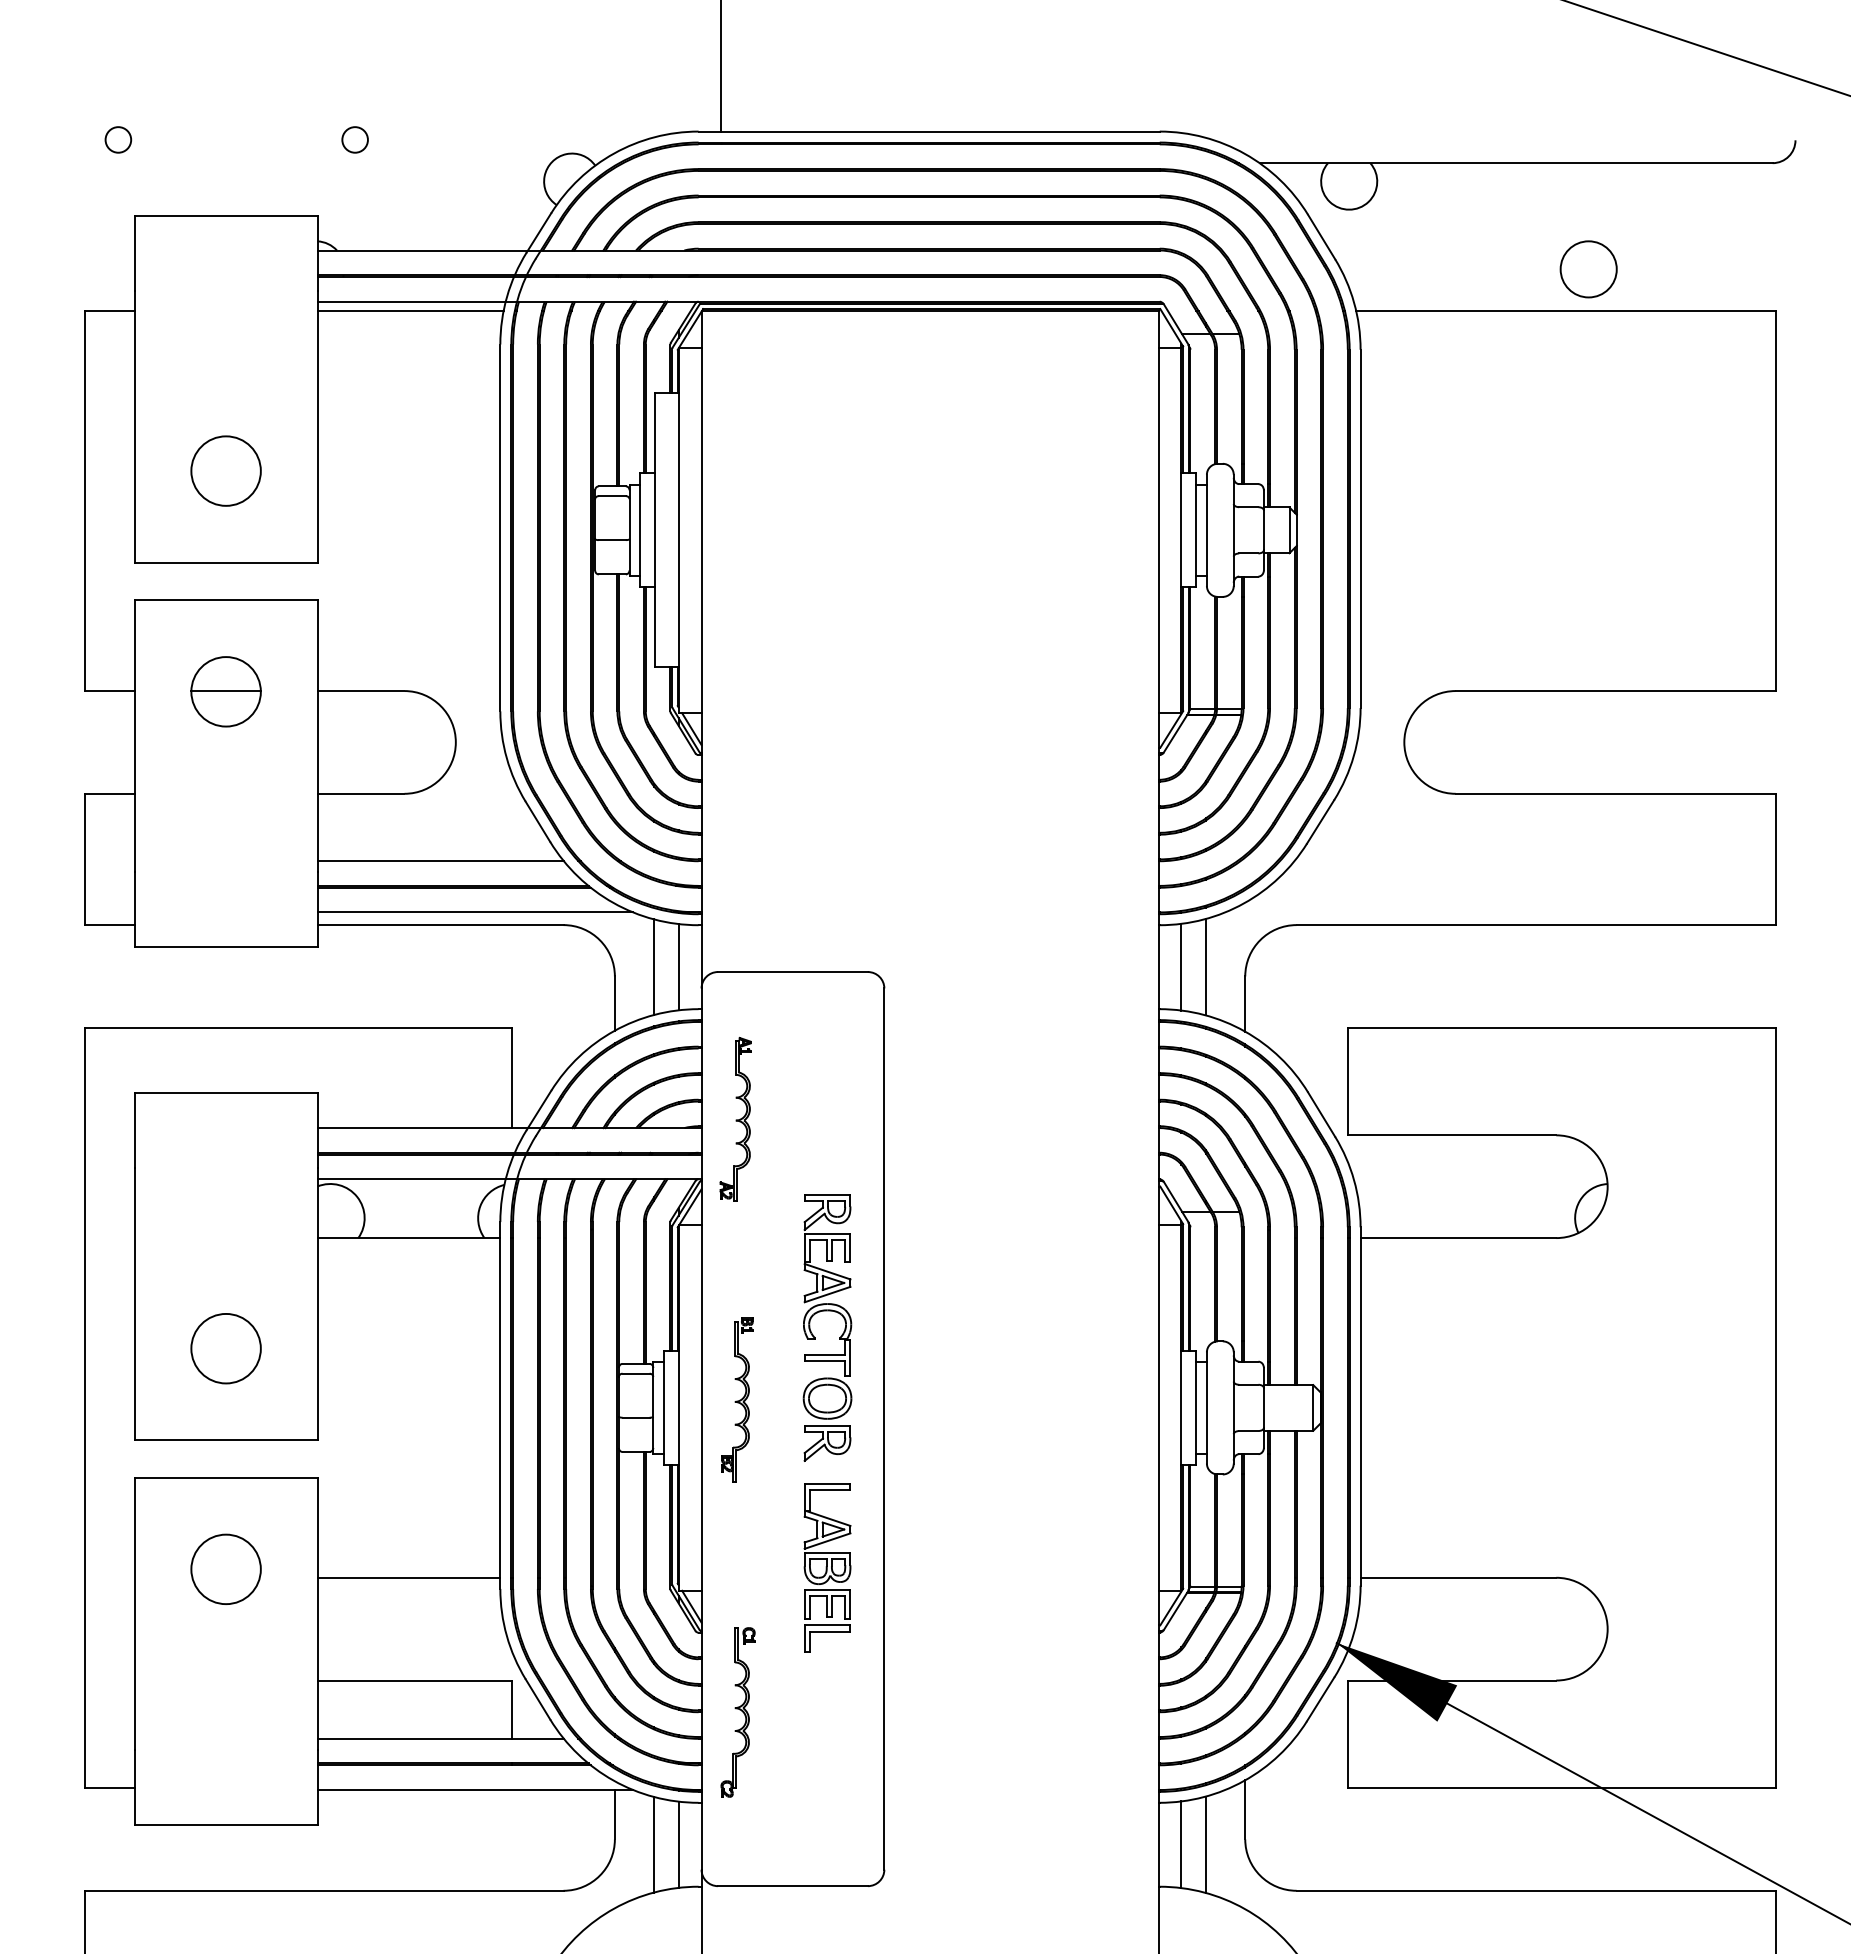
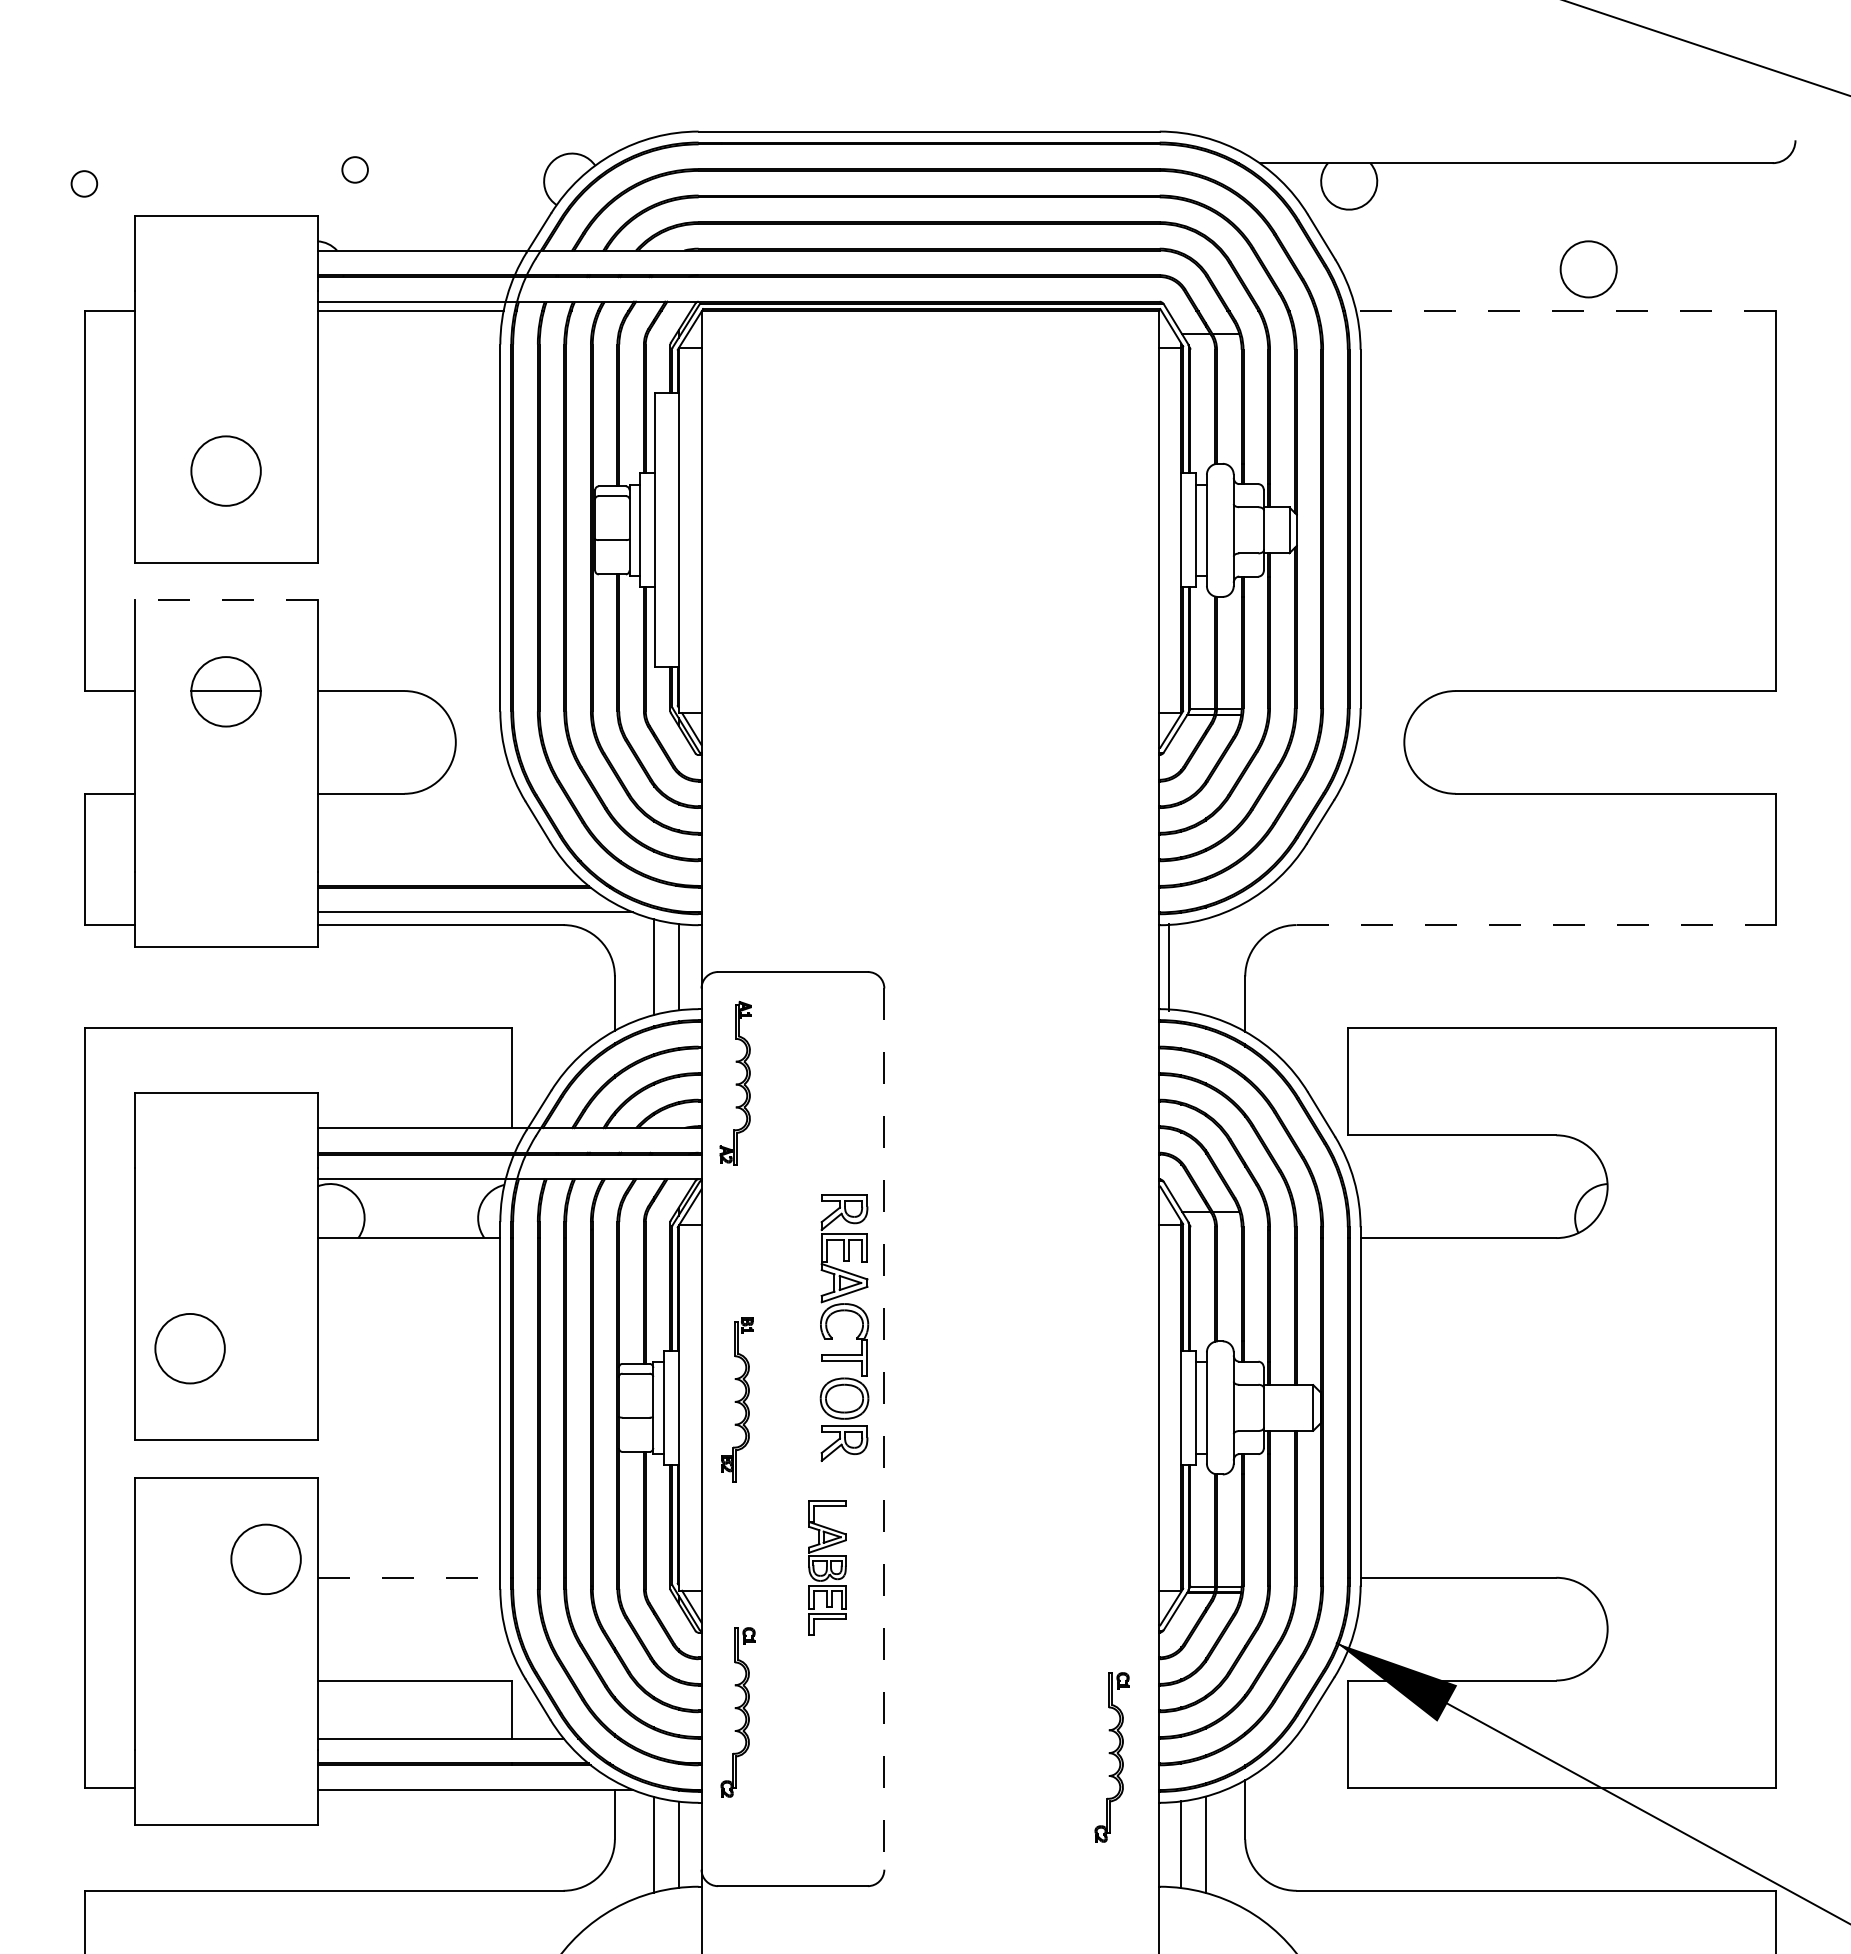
line at (721, 66): present -> none
circle at (118, 139) position: (118, 139) -> (84, 183)
circle at (354, 139) position: (354, 139) -> (354, 169)
line at (1565, 310): solid -> dashed
line at (225, 600): solid -> dashed
line at (440, 861): present -> none
line at (1536, 925): solid -> dashed
line at (1181, 966) position: (1181, 966) -> (1169, 966)
line at (1206, 966): present -> none
part at (735, 1118) position: (735, 1118) -> (735, 1082)
part at (815, 1337) position: (815, 1337) -> (832, 1337)
circle at (225, 1348) position: (225, 1348) -> (189, 1348)
line at (884, 1429): solid -> dashed
part at (827, 1567) size: 49x170 px -> 39x136 px
circle at (225, 1568) position: (225, 1568) -> (265, 1558)
line at (409, 1577): solid -> dashed
part at (1111, 1757): none -> present
